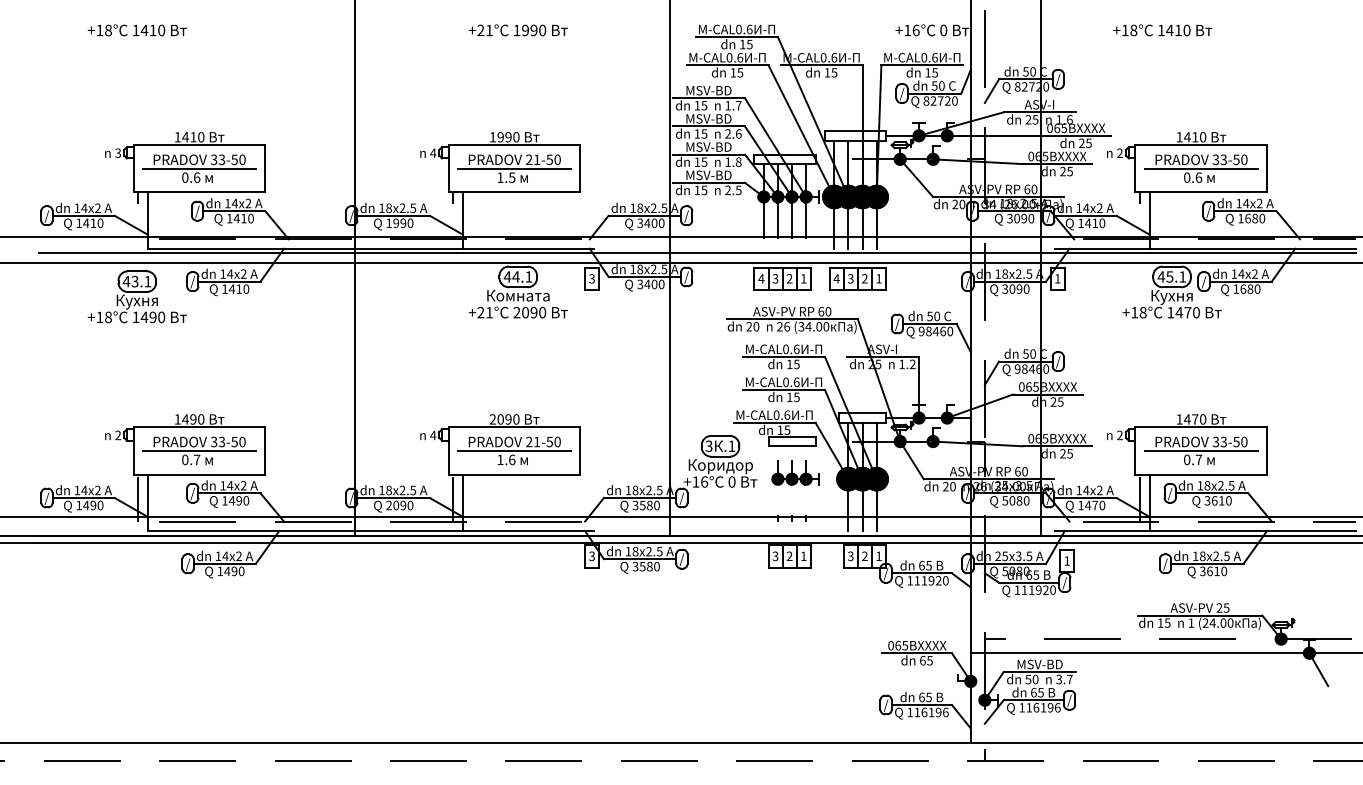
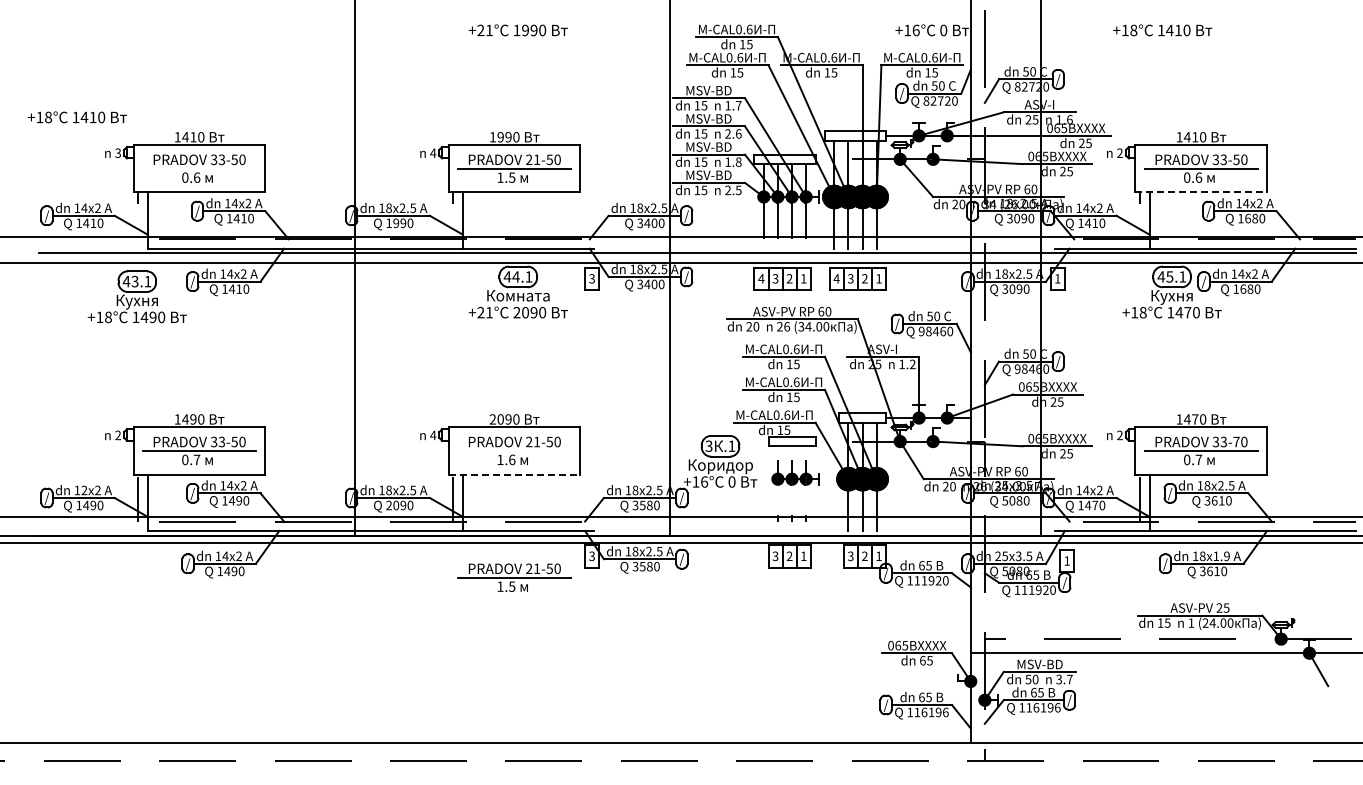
text at (136, 30) position: (136, 30) -> (76, 117)
line at (198, 168): present -> none
line at (1201, 192): solid -> dashed
text at (1236, 442): 33-50 -> 33-70
line at (514, 450): present -> none
line at (514, 474): solid -> dashed
text at (84, 490): 14x2 -> 12x2
text at (1221, 555): 18x2.5 -> 18x1.9
part at (514, 577): none -> present
